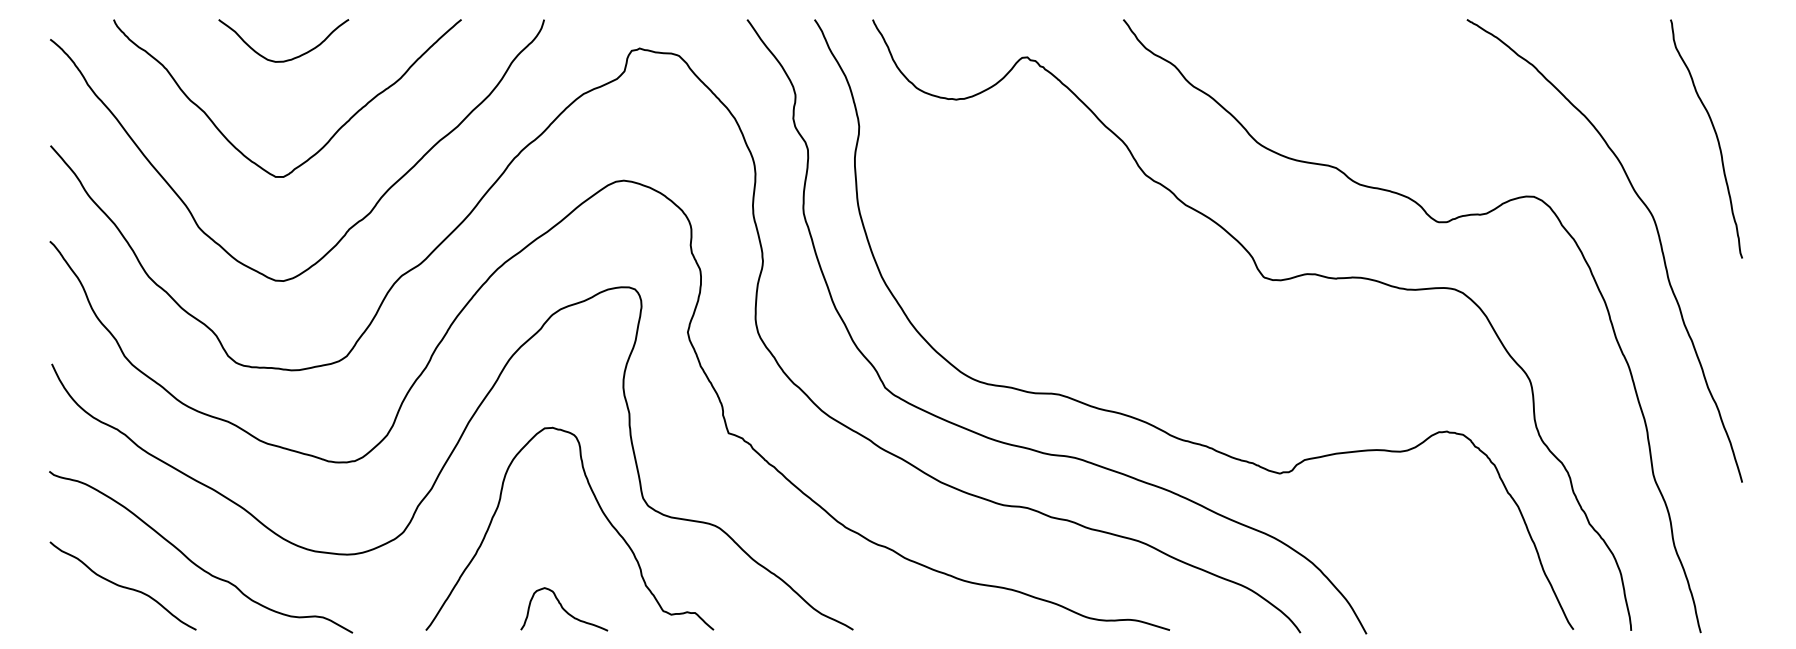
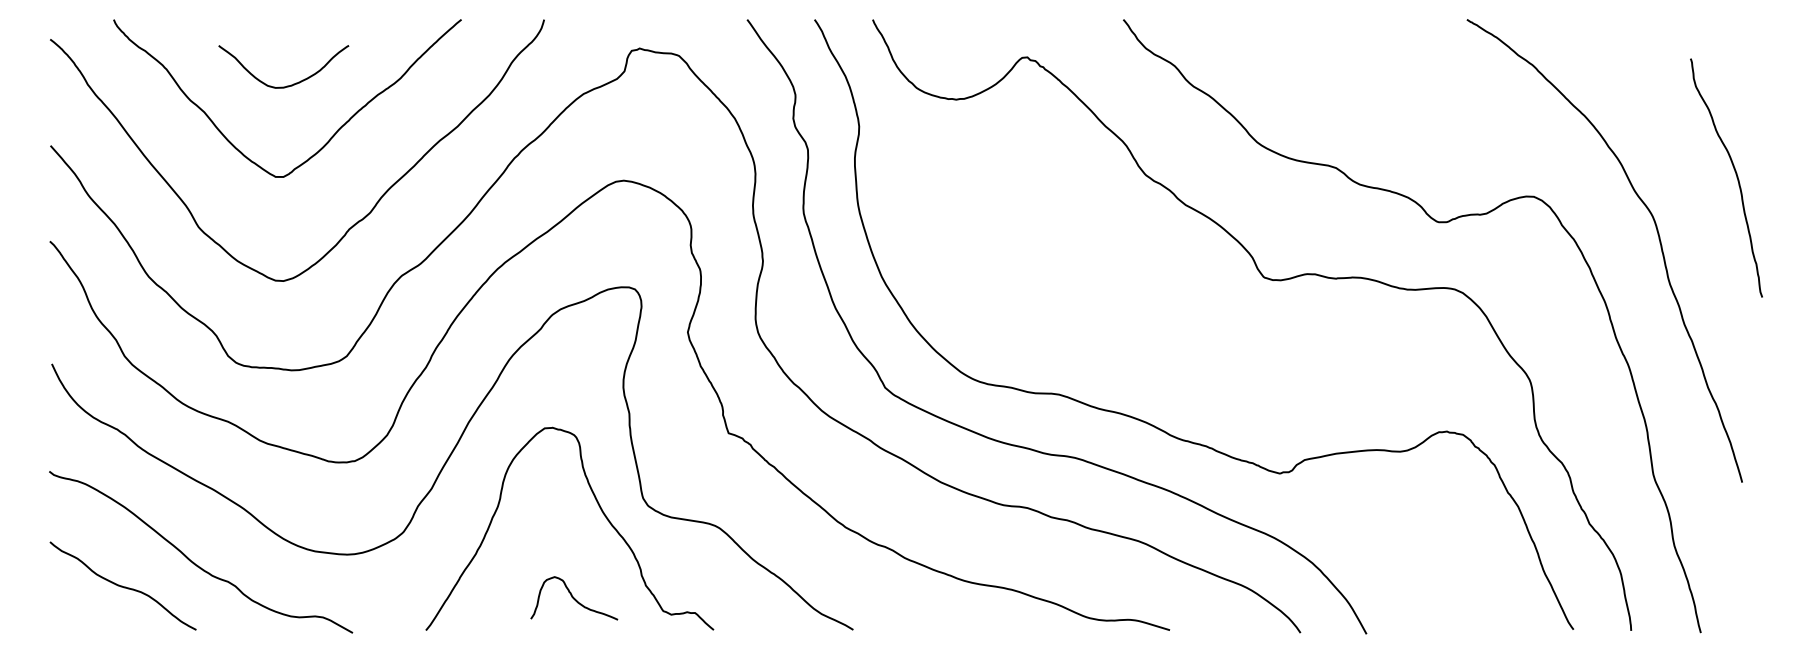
curve at (287, 59) position: (287, 59) -> (287, 85)
curve at (1715, 135) position: (1715, 135) -> (1735, 174)
curve at (564, 609) position: (564, 609) -> (574, 598)
